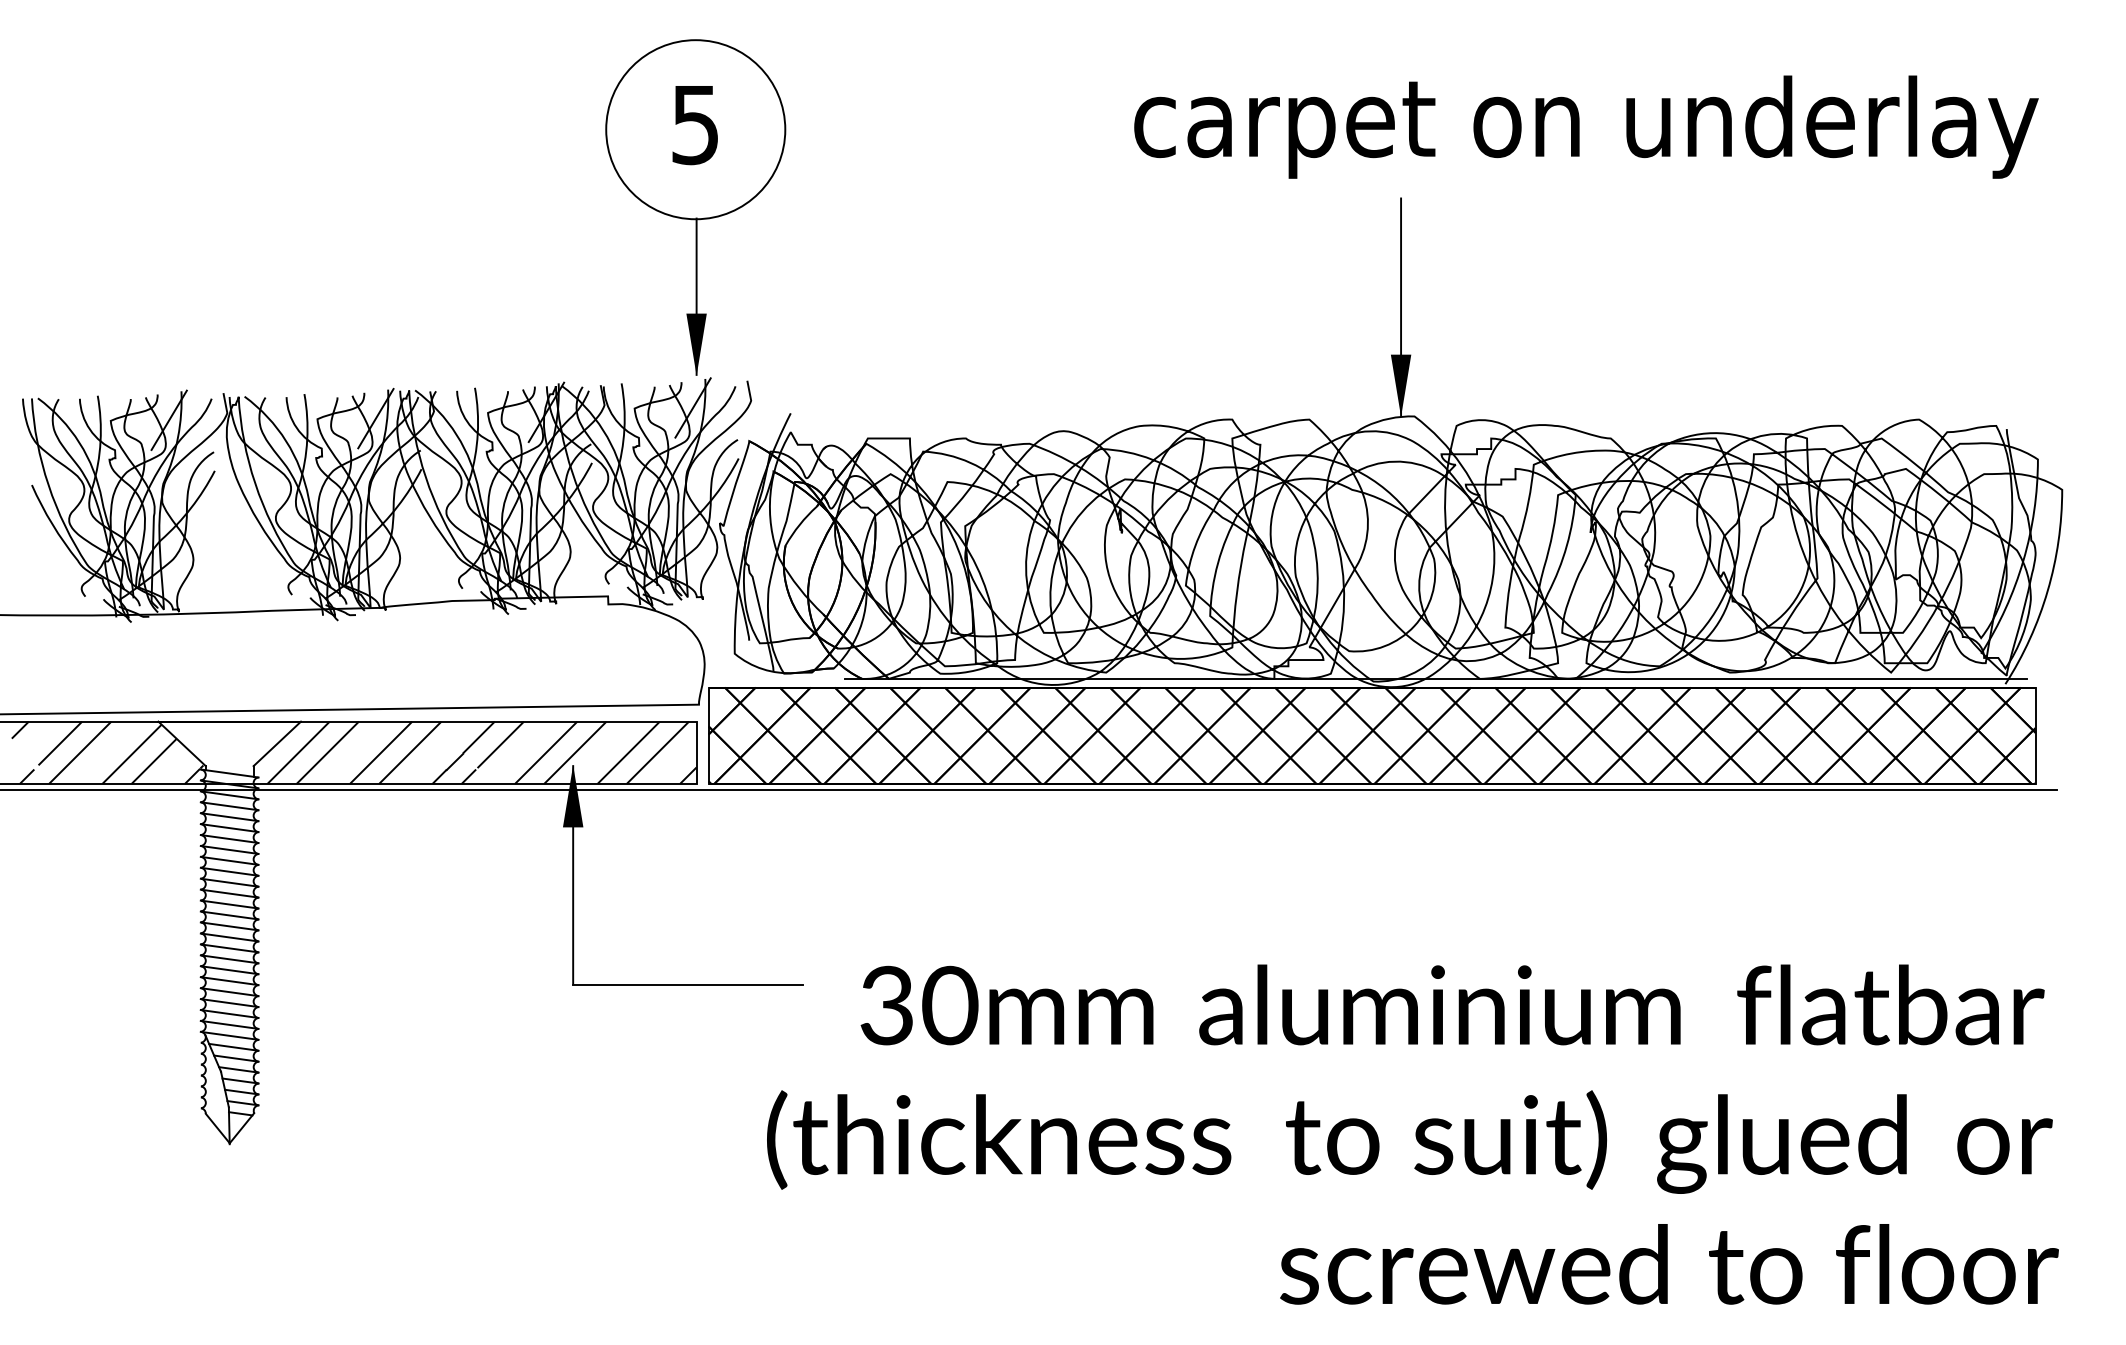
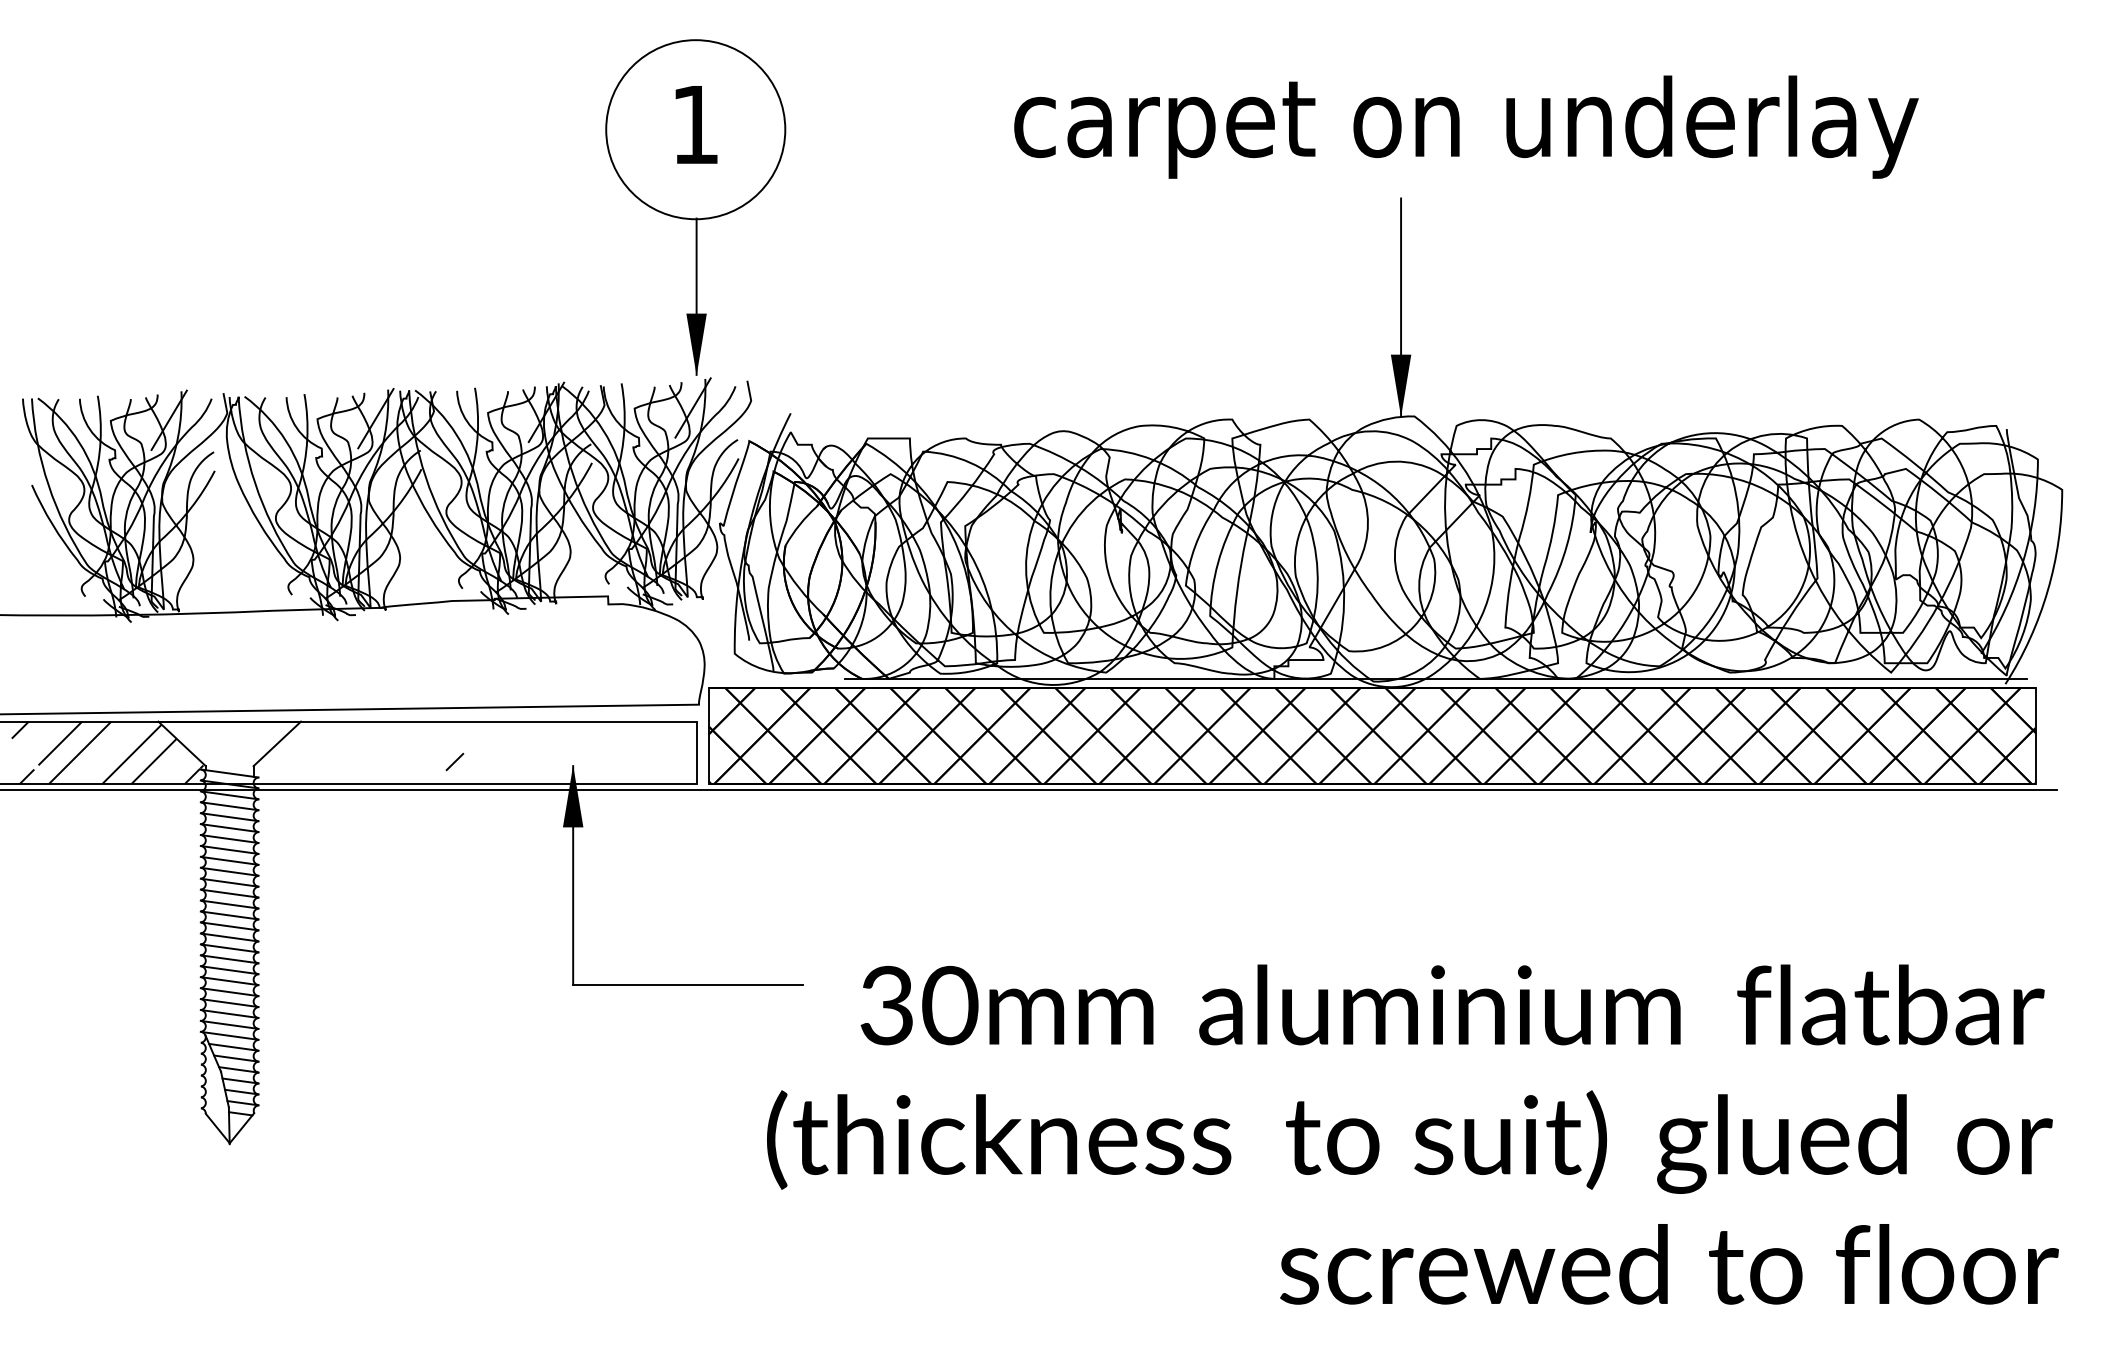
text at (694, 125): 5 -> 1
text at (1586, 126) position: (1586, 126) -> (1466, 126)
hatch at (481, 752): present -> none
